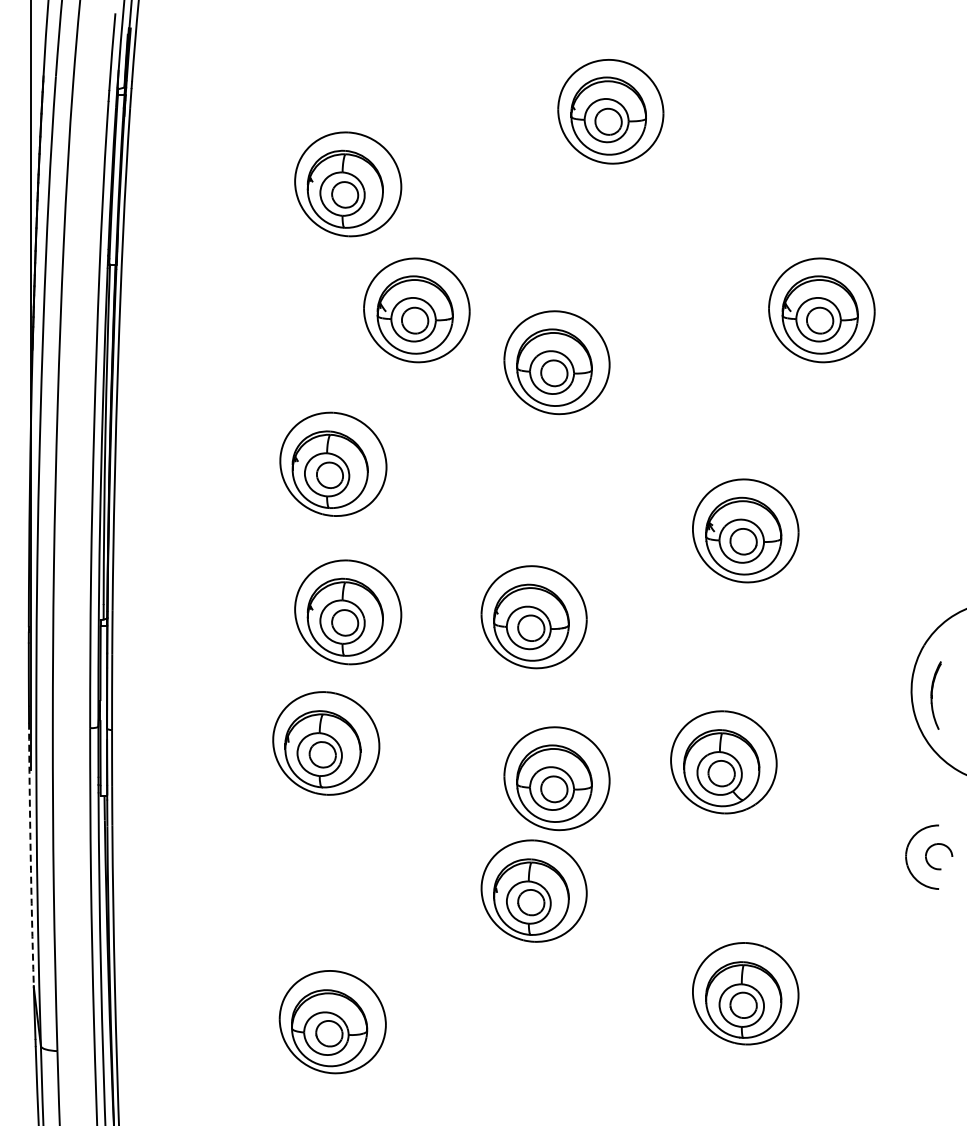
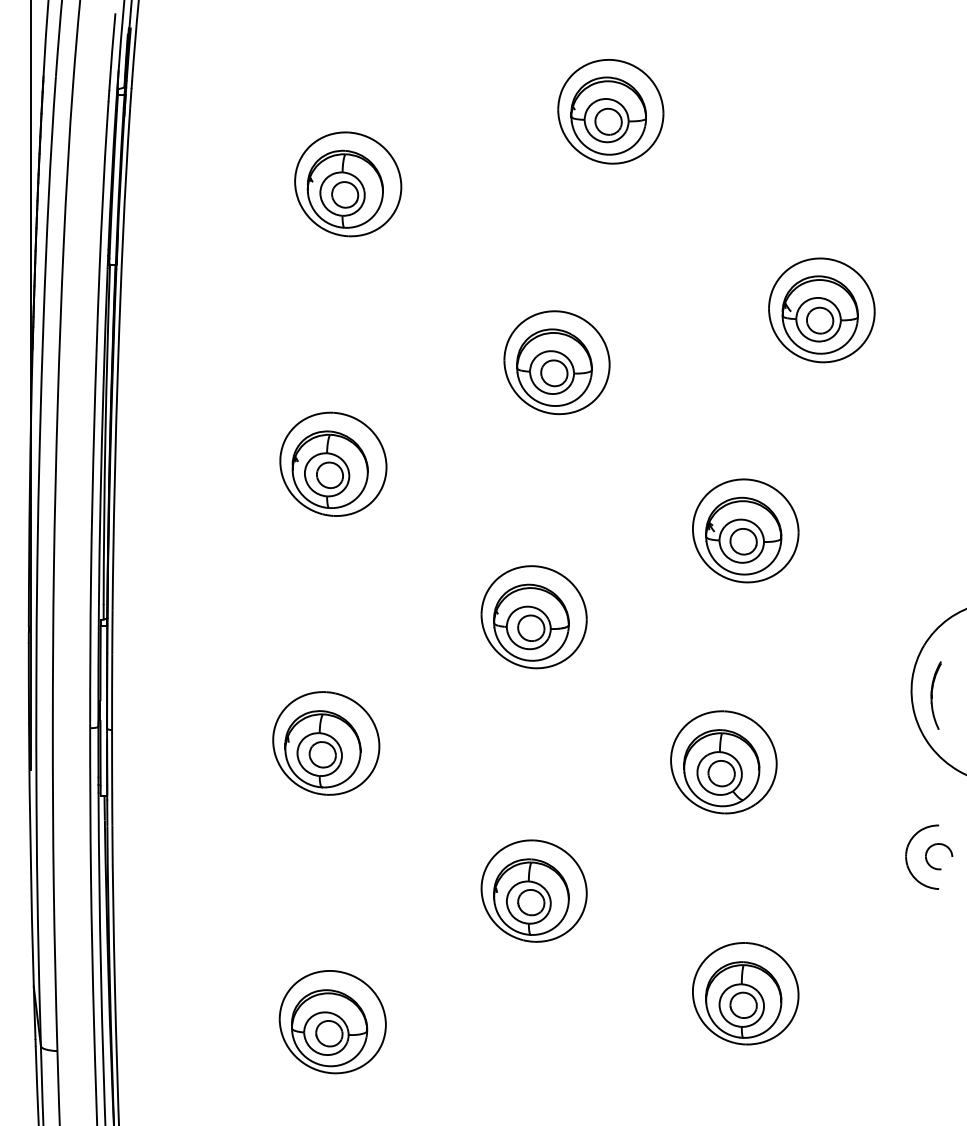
part at (416, 310): present -> none
part at (348, 612): present -> none
part at (556, 778): present -> none
arc at (30, 854): dashed -> solid
